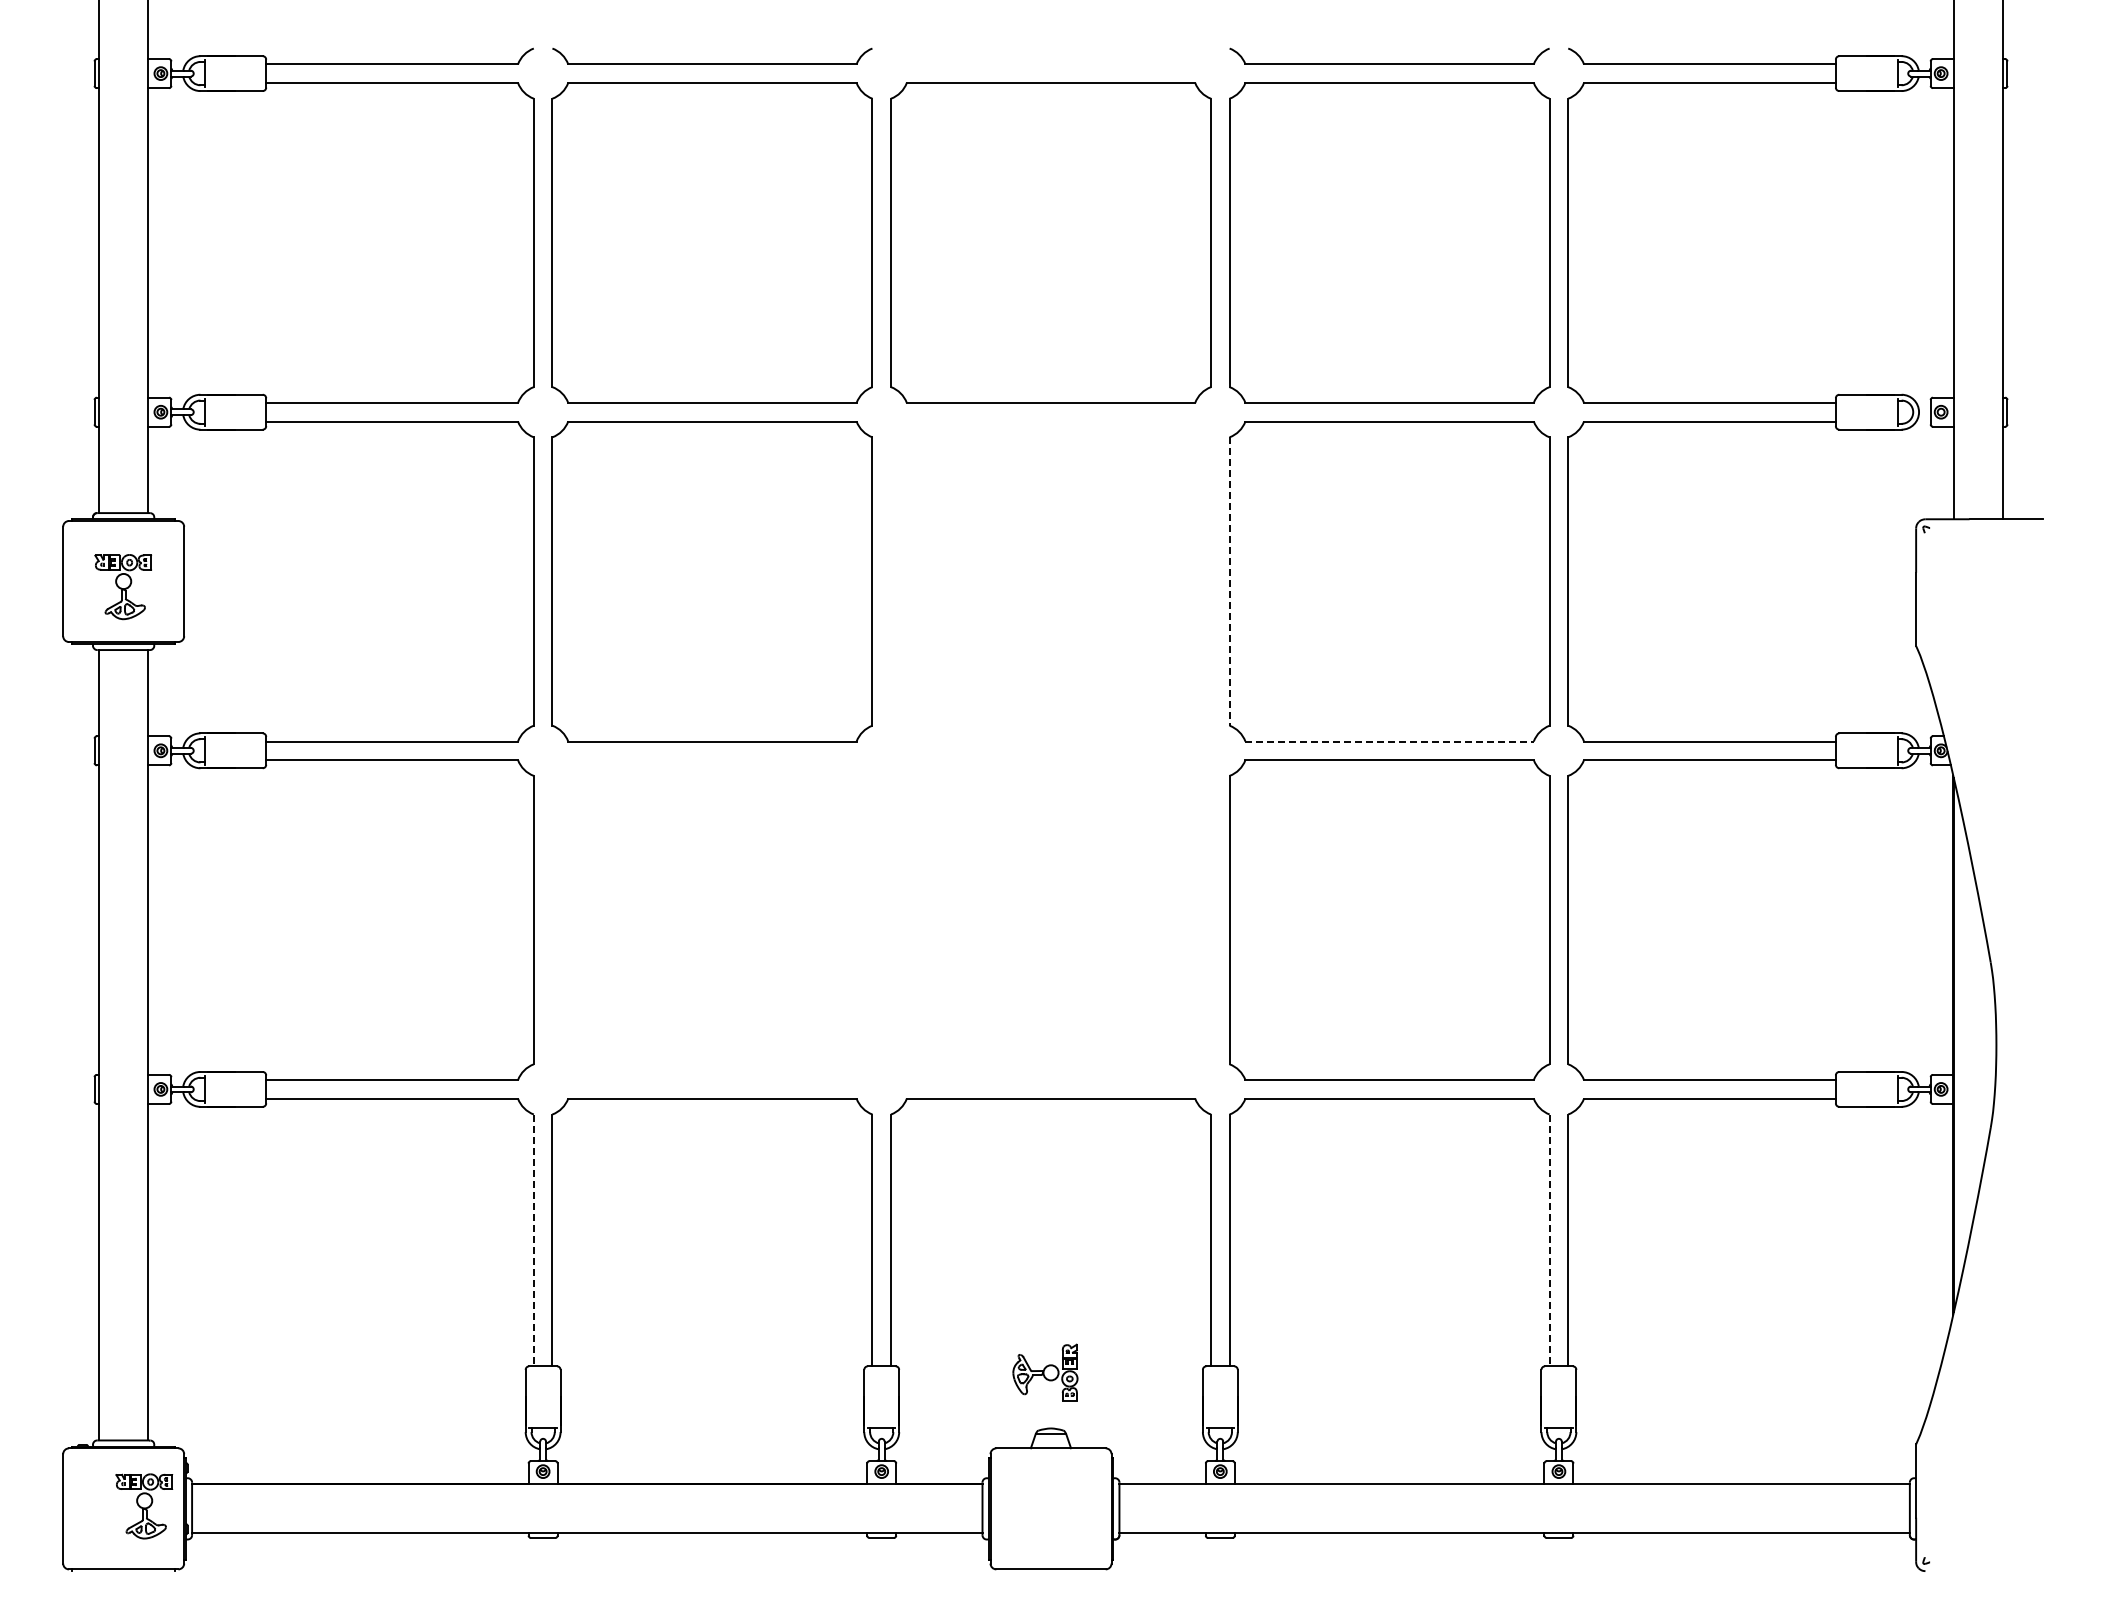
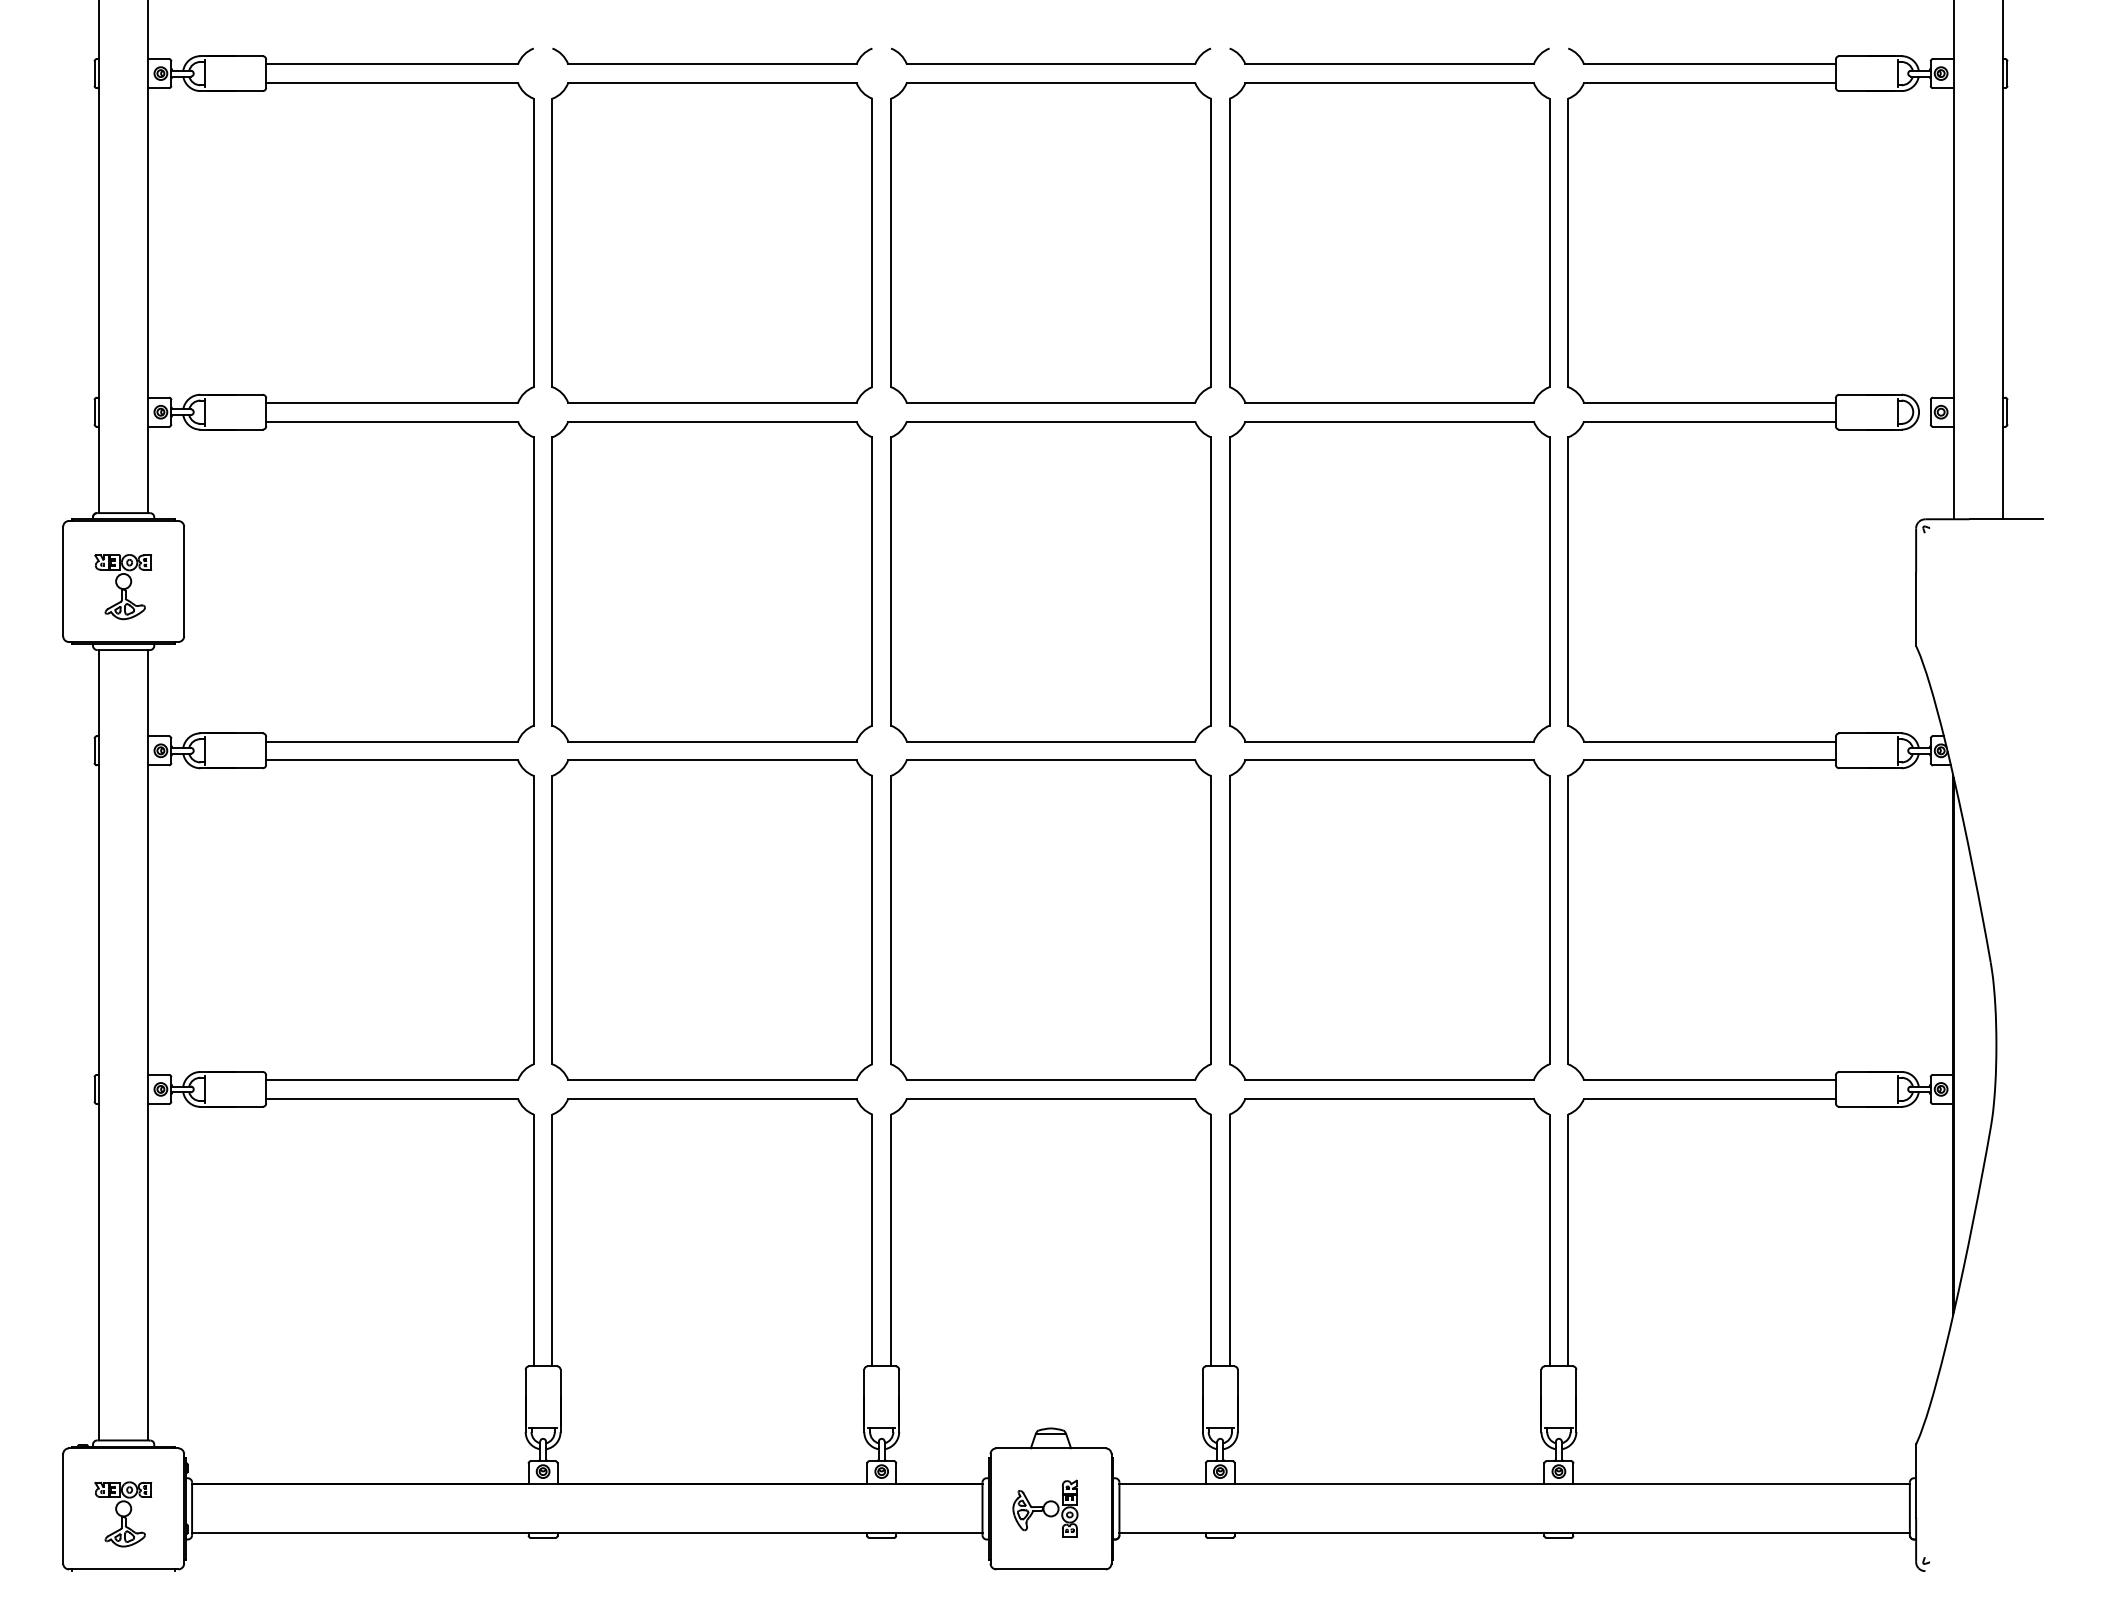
part at (1051, 63): none -> present
part at (1050, 581): none -> present
line at (1229, 582): dashed -> solid
line at (1390, 741): dashed -> solid
part at (711, 919): none -> present
part at (1050, 919): none -> present
line at (533, 1240): dashed -> solid
line at (1549, 1240): dashed -> solid
part at (1045, 1372) position: (1045, 1372) -> (1045, 1508)
part at (144, 1506) position: (144, 1506) -> (123, 1514)
